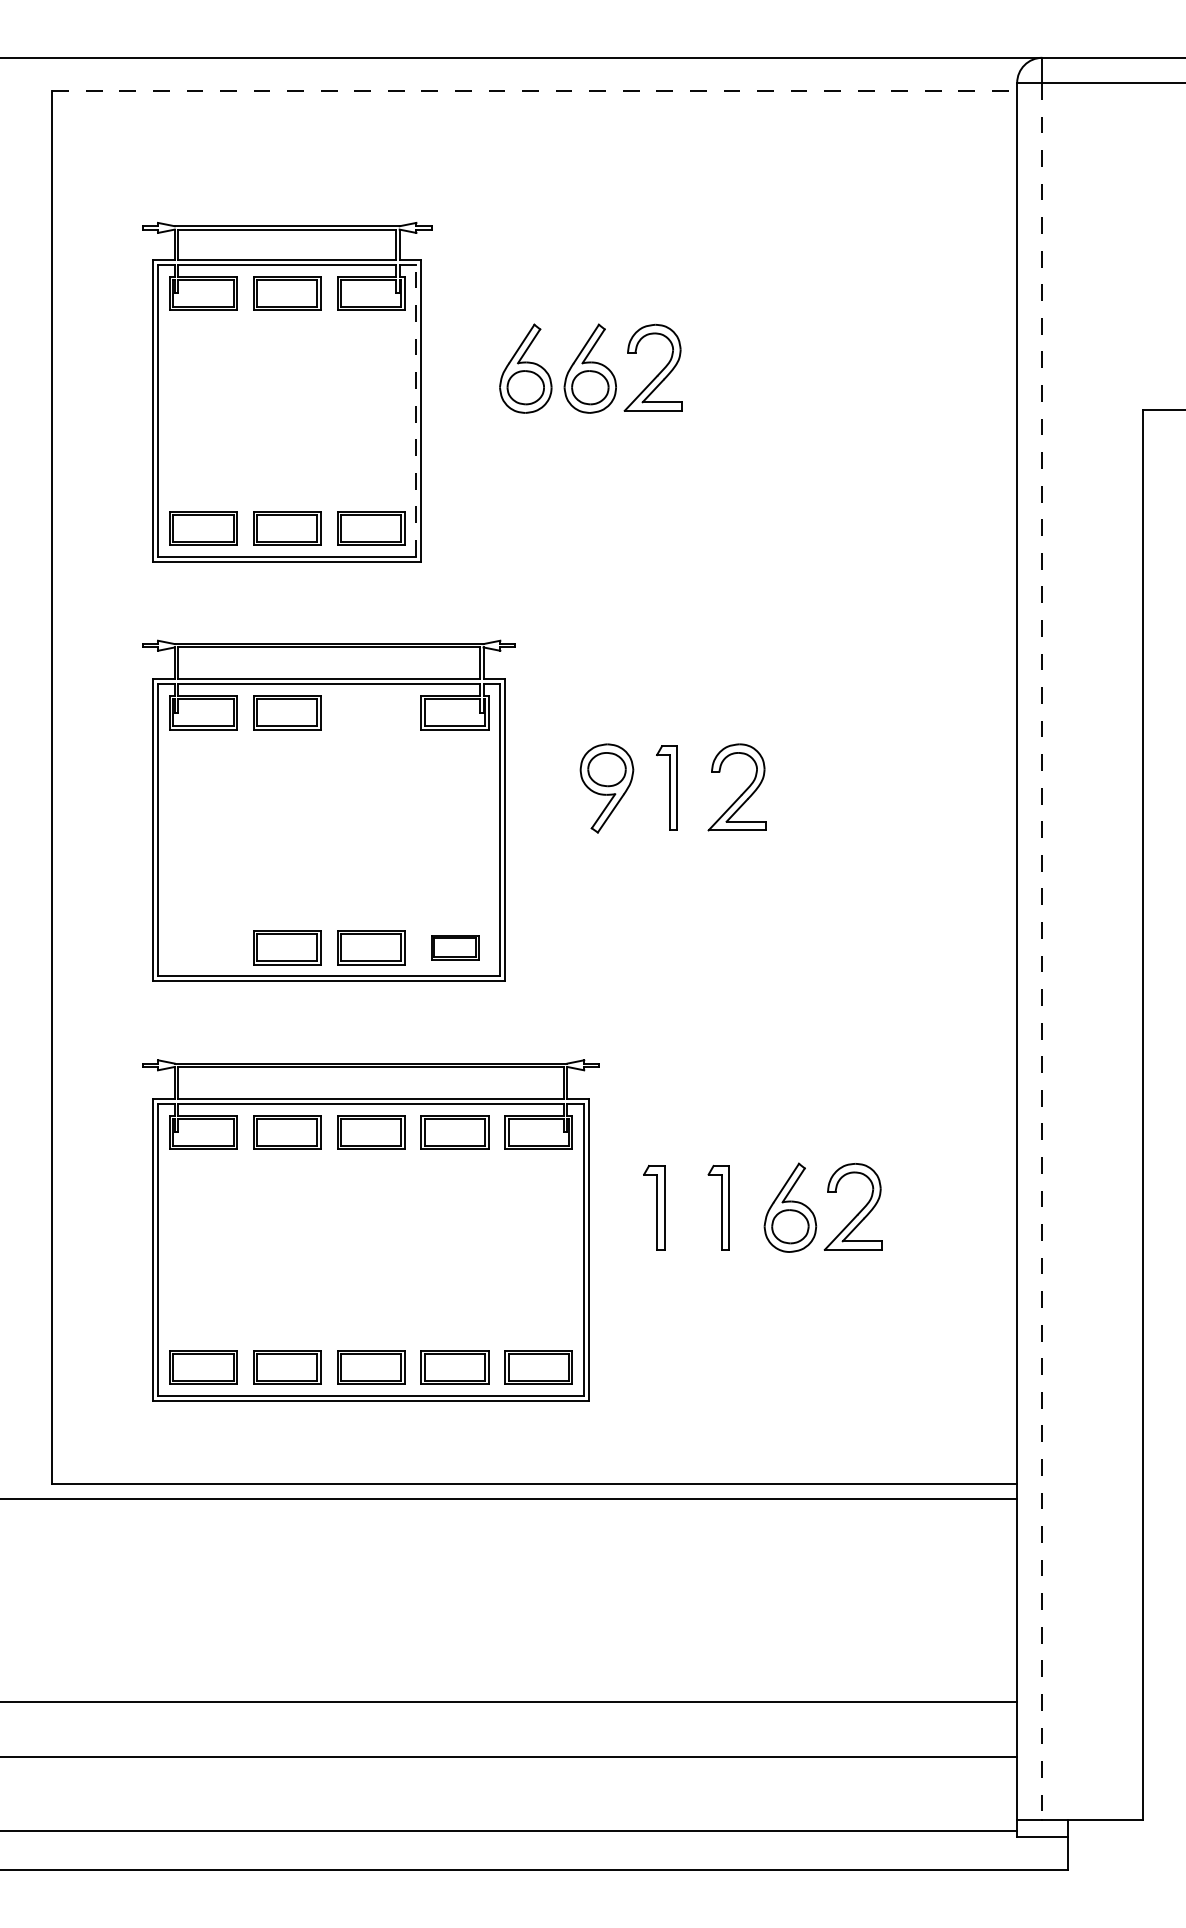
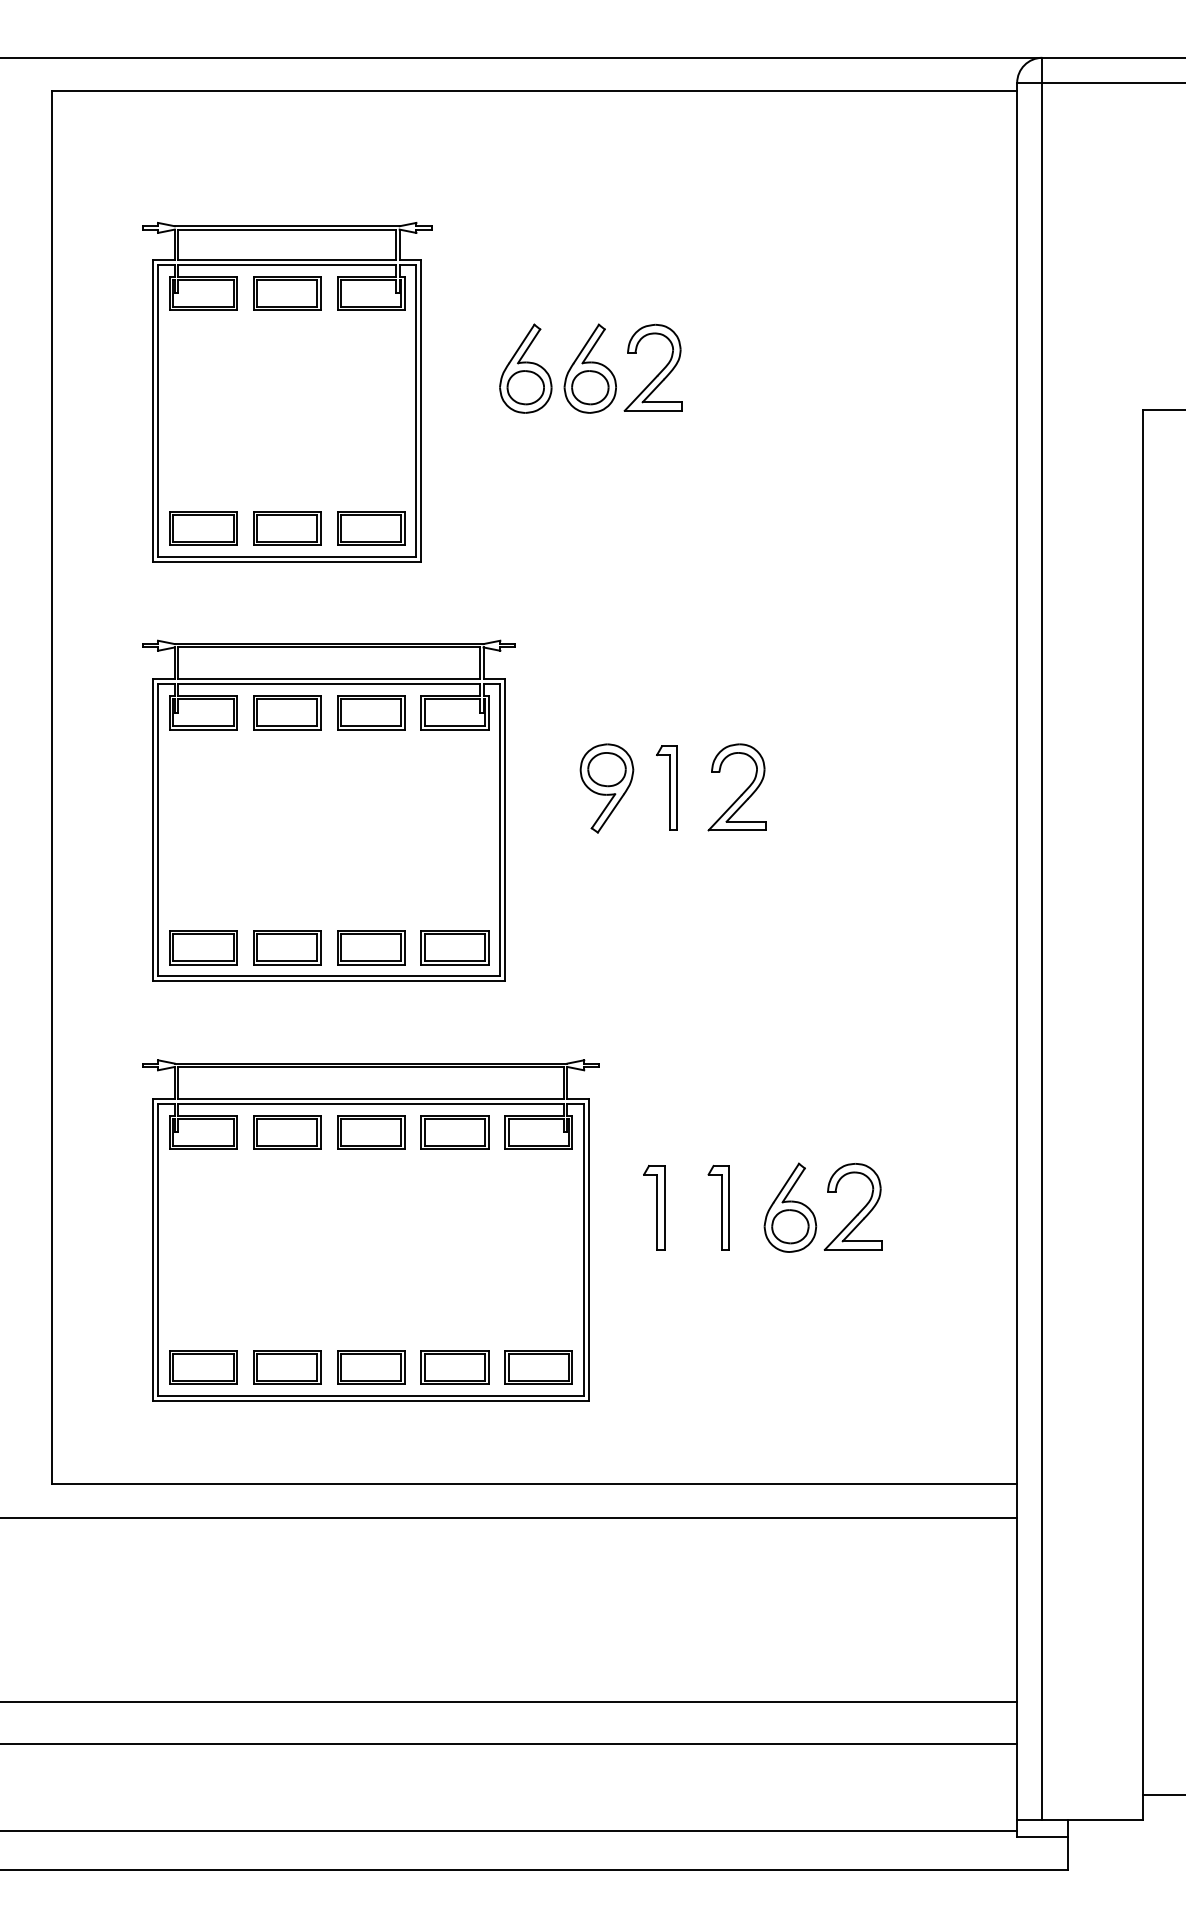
line at (535, 91): dashed -> solid
line at (416, 410): dashed -> solid
part at (371, 712): none -> present
part at (203, 947): none -> present
part at (455, 947) size: 49x26 px -> 70x36 px
line at (1042, 951): dashed -> solid
line at (509, 1498) position: (509, 1498) -> (509, 1517)
line at (509, 1757) position: (509, 1757) -> (509, 1744)
line at (1162, 1794): none -> present
